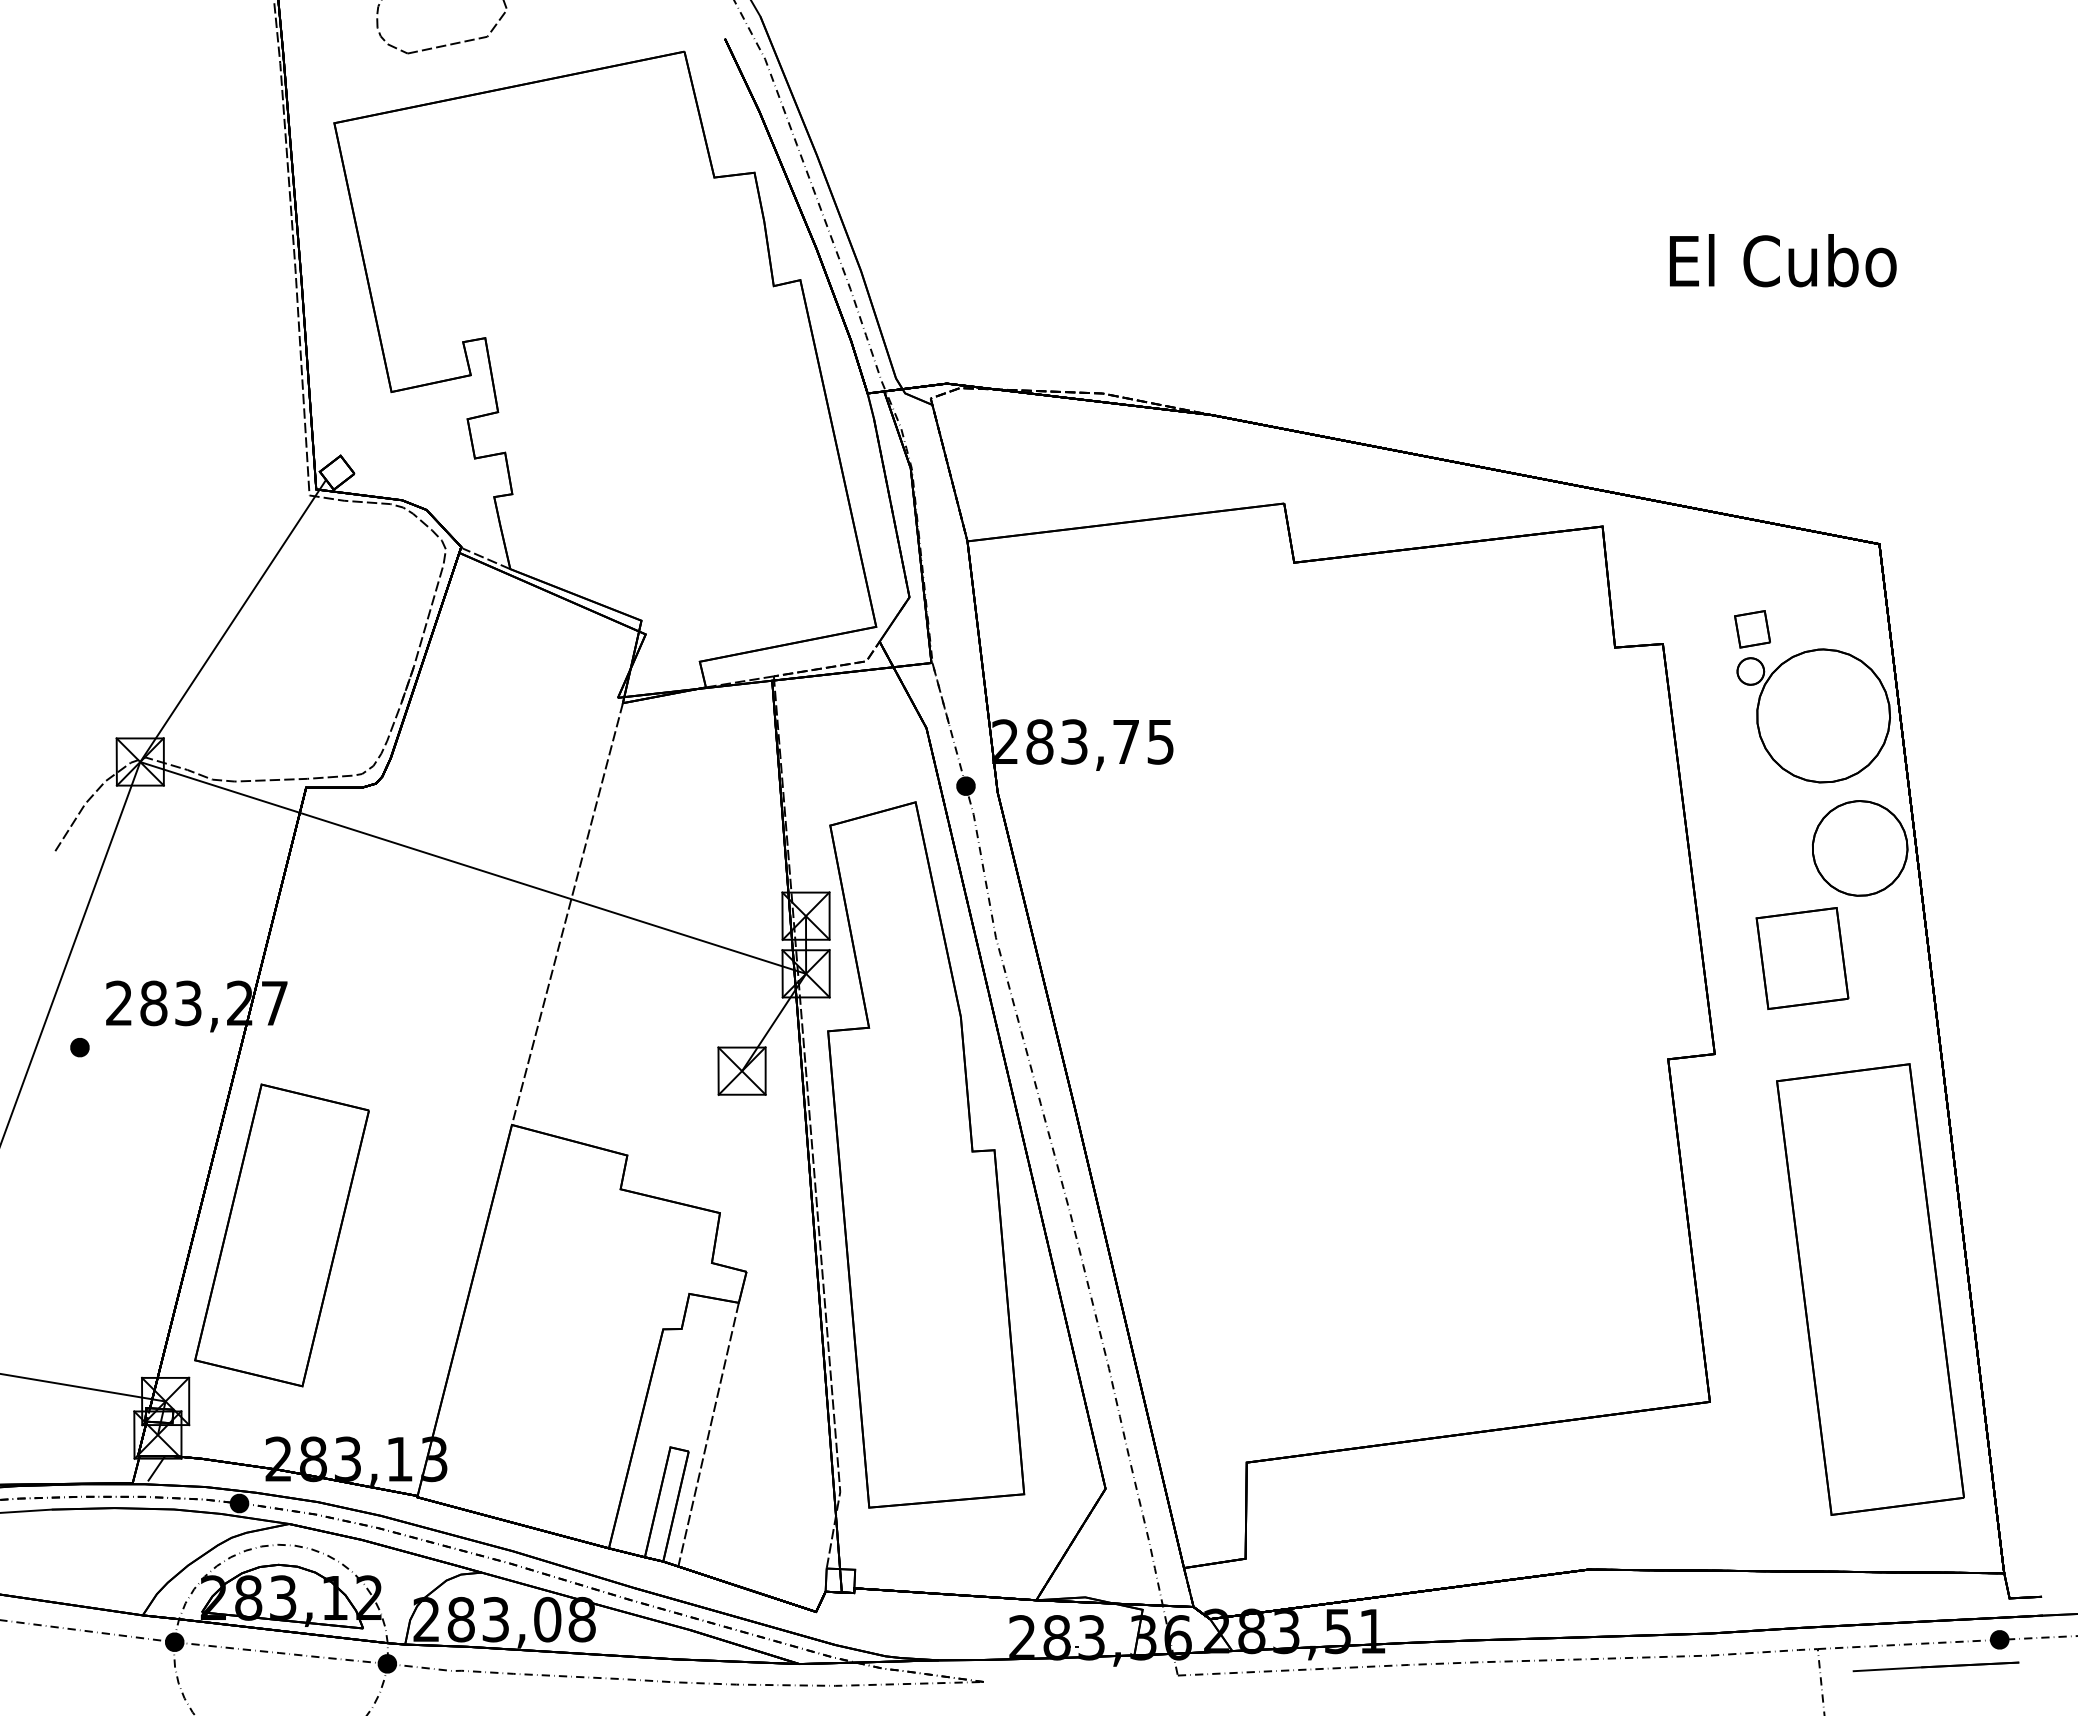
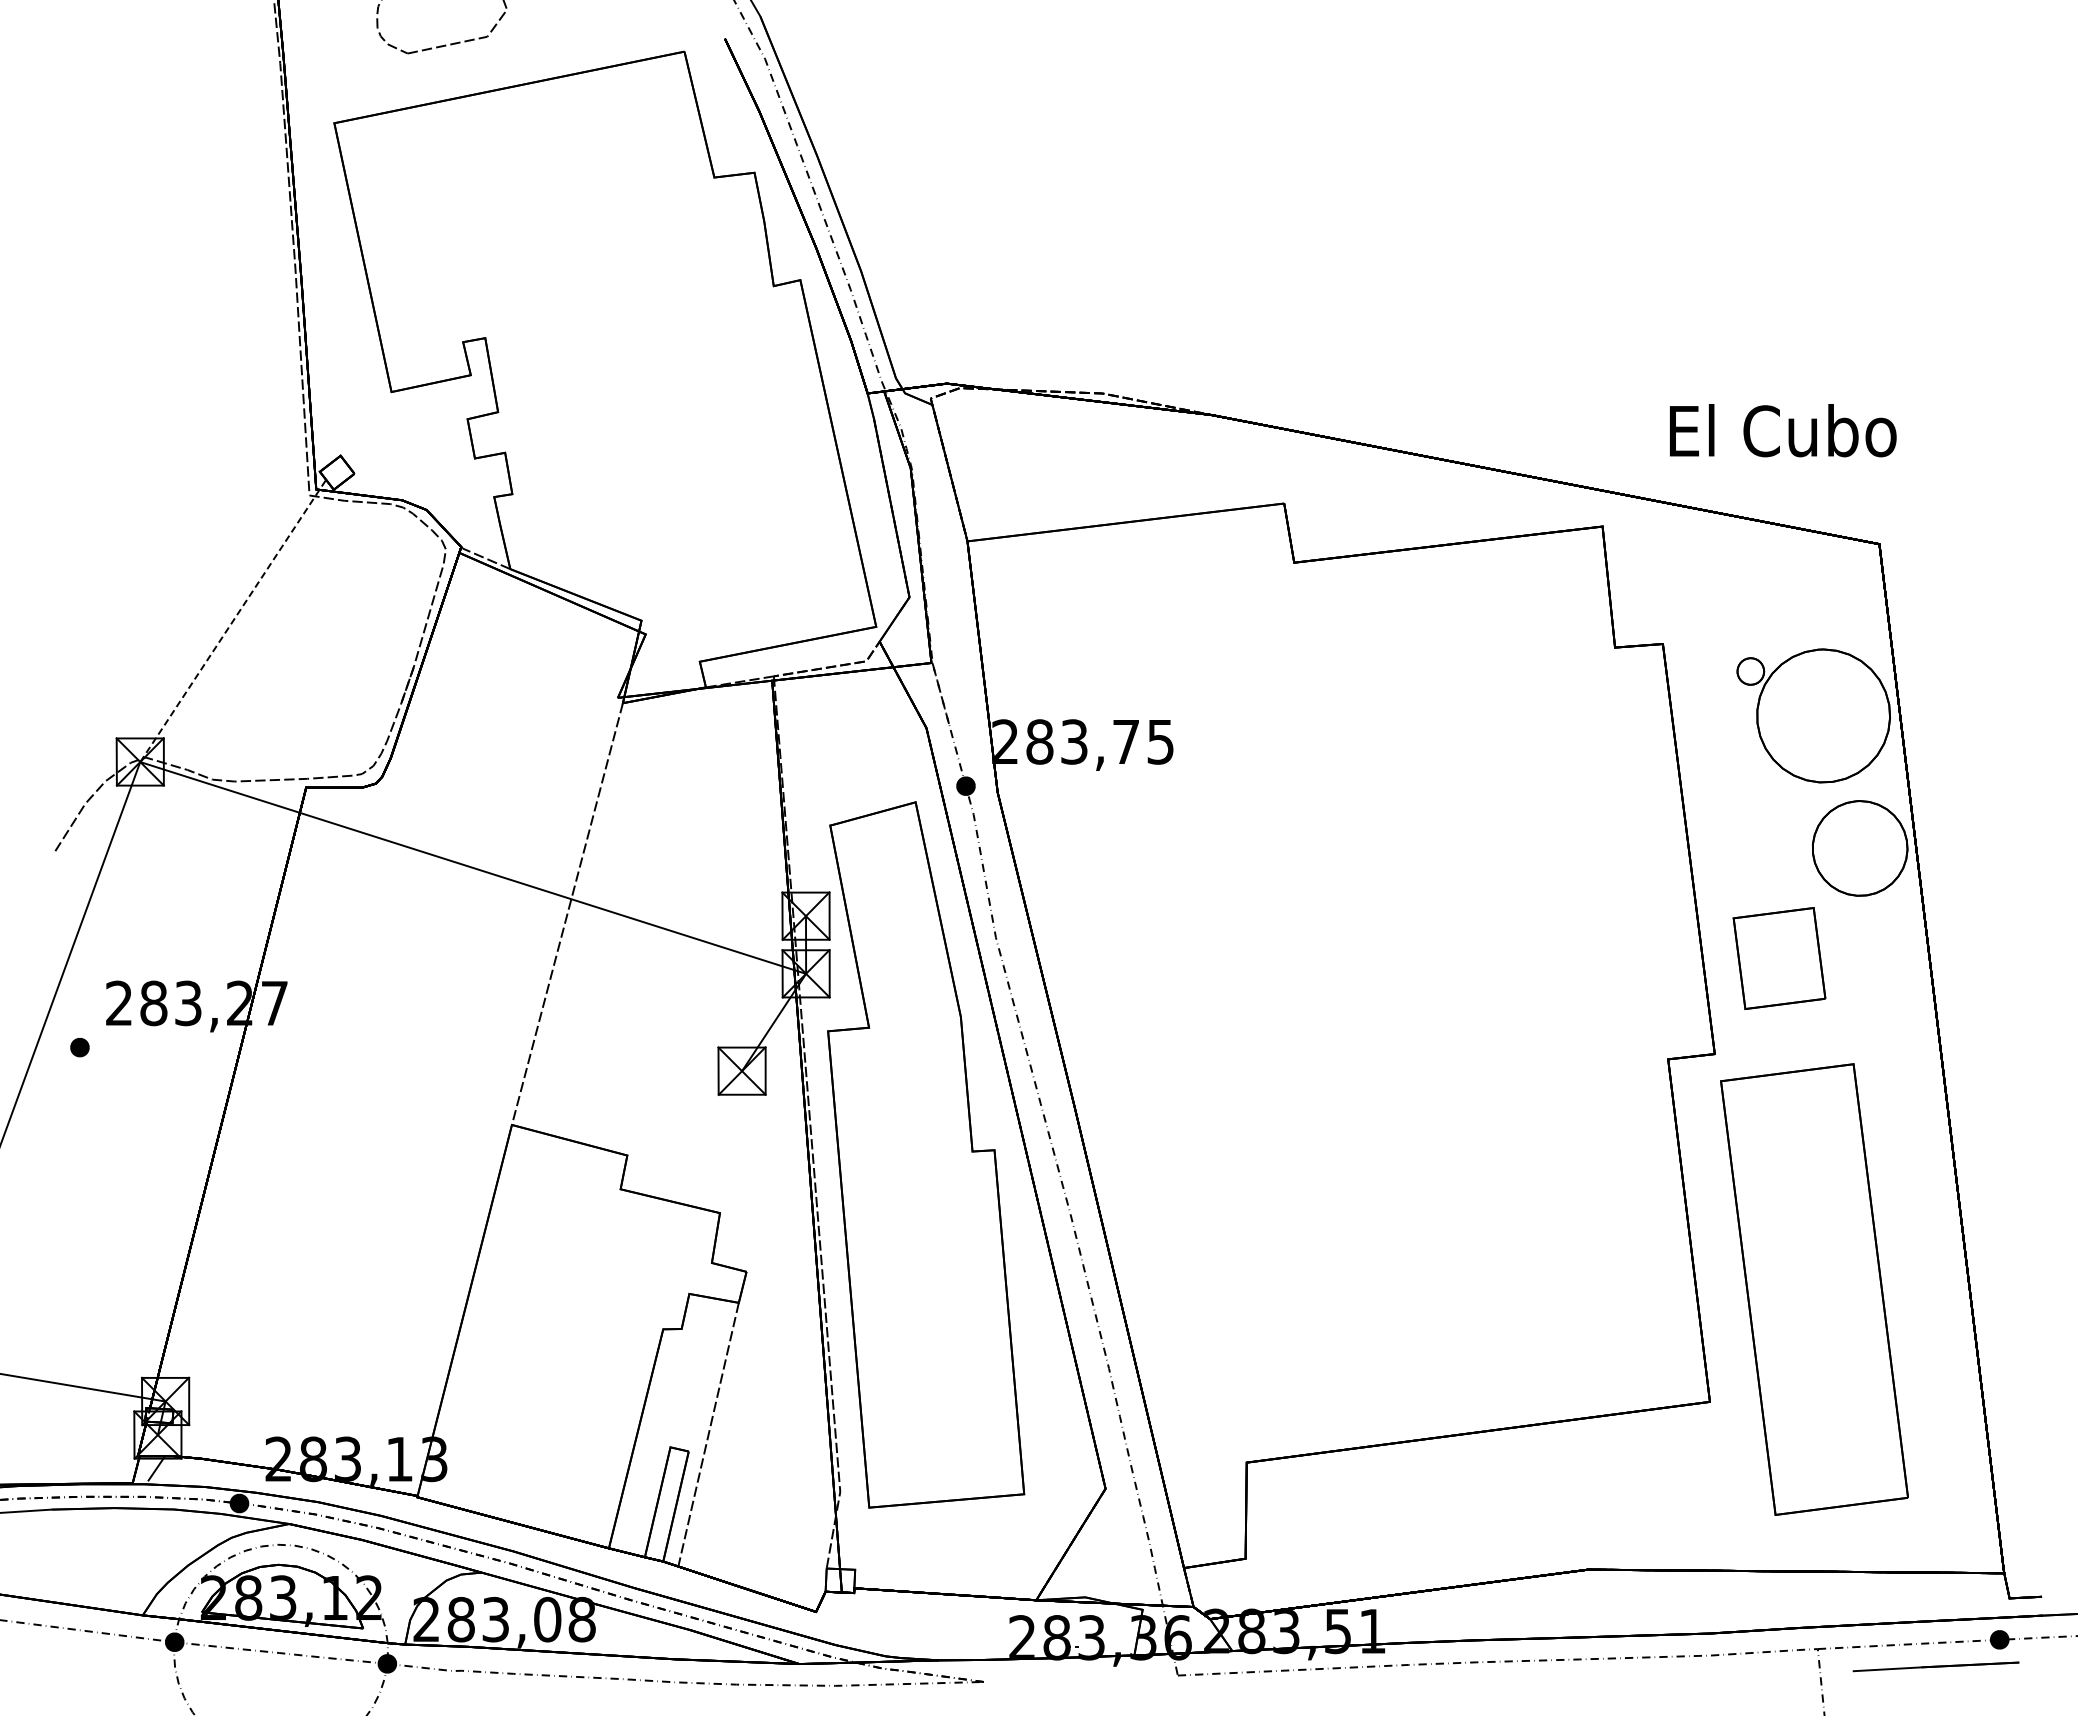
text at (1783, 260) position: (1783, 260) -> (1783, 430)
line at (233, 620): solid -> dashed
part at (1752, 629): present -> none
part at (1802, 958) position: (1802, 958) -> (1779, 958)
part at (281, 1235): present -> none
part at (1870, 1289) position: (1870, 1289) -> (1814, 1289)
